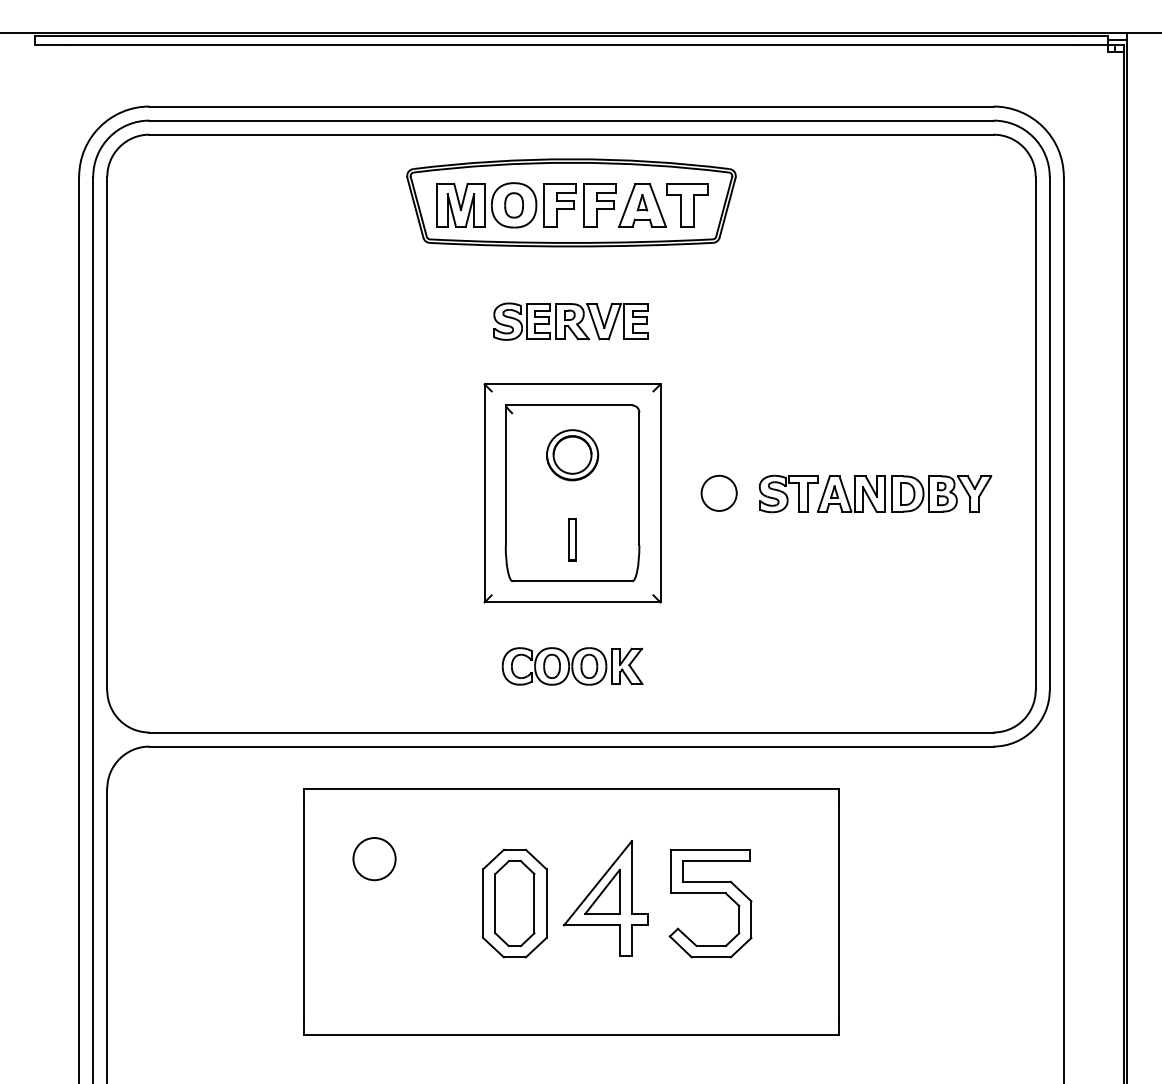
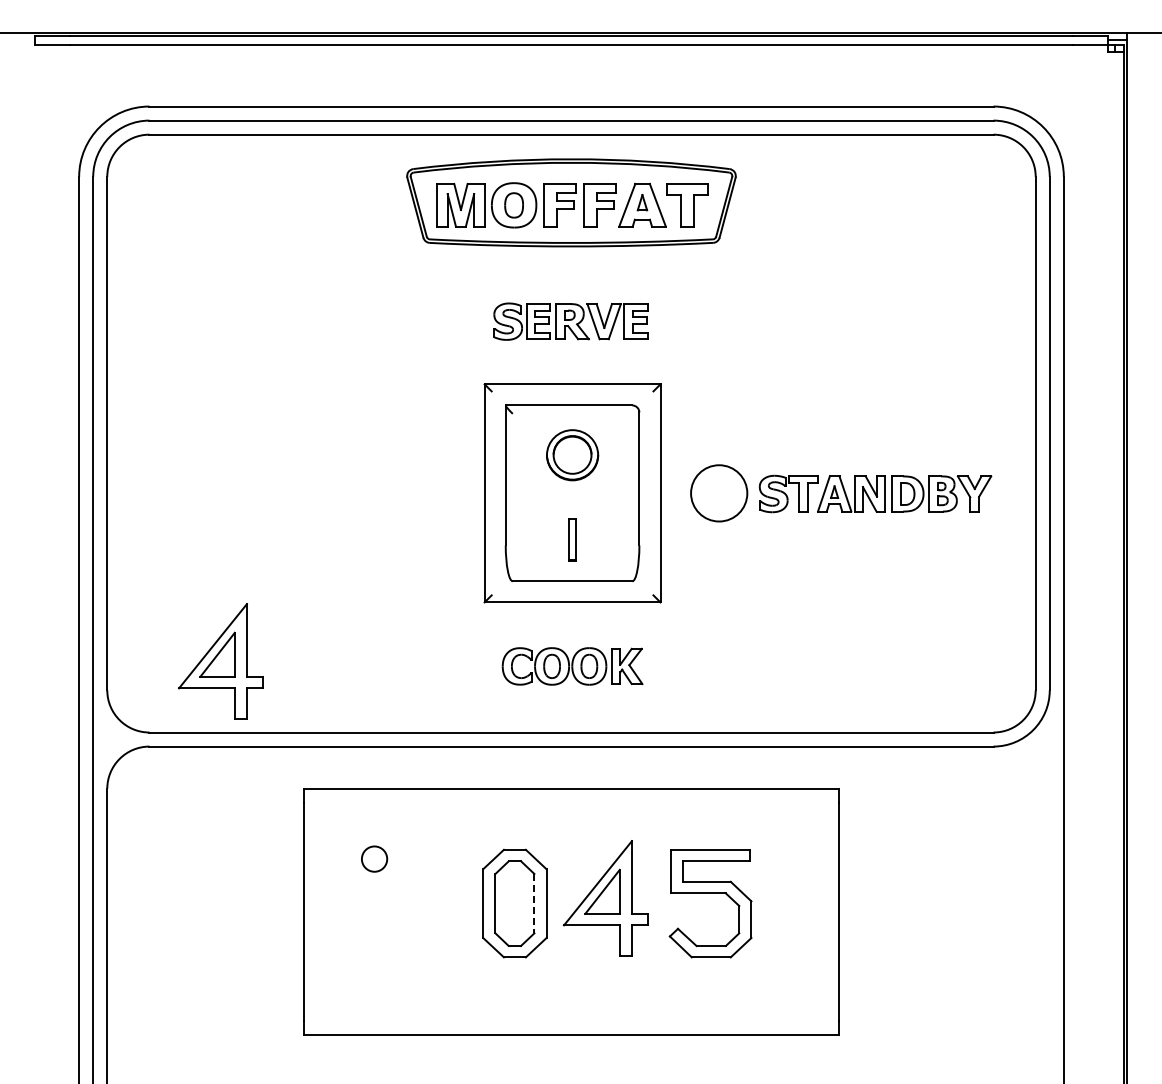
circle at (718, 492) diameter: 35 px -> 56 px
part at (220, 661): none -> present
circle at (374, 859) diameter: 42 px -> 25 px
line at (534, 903): solid -> dashed
